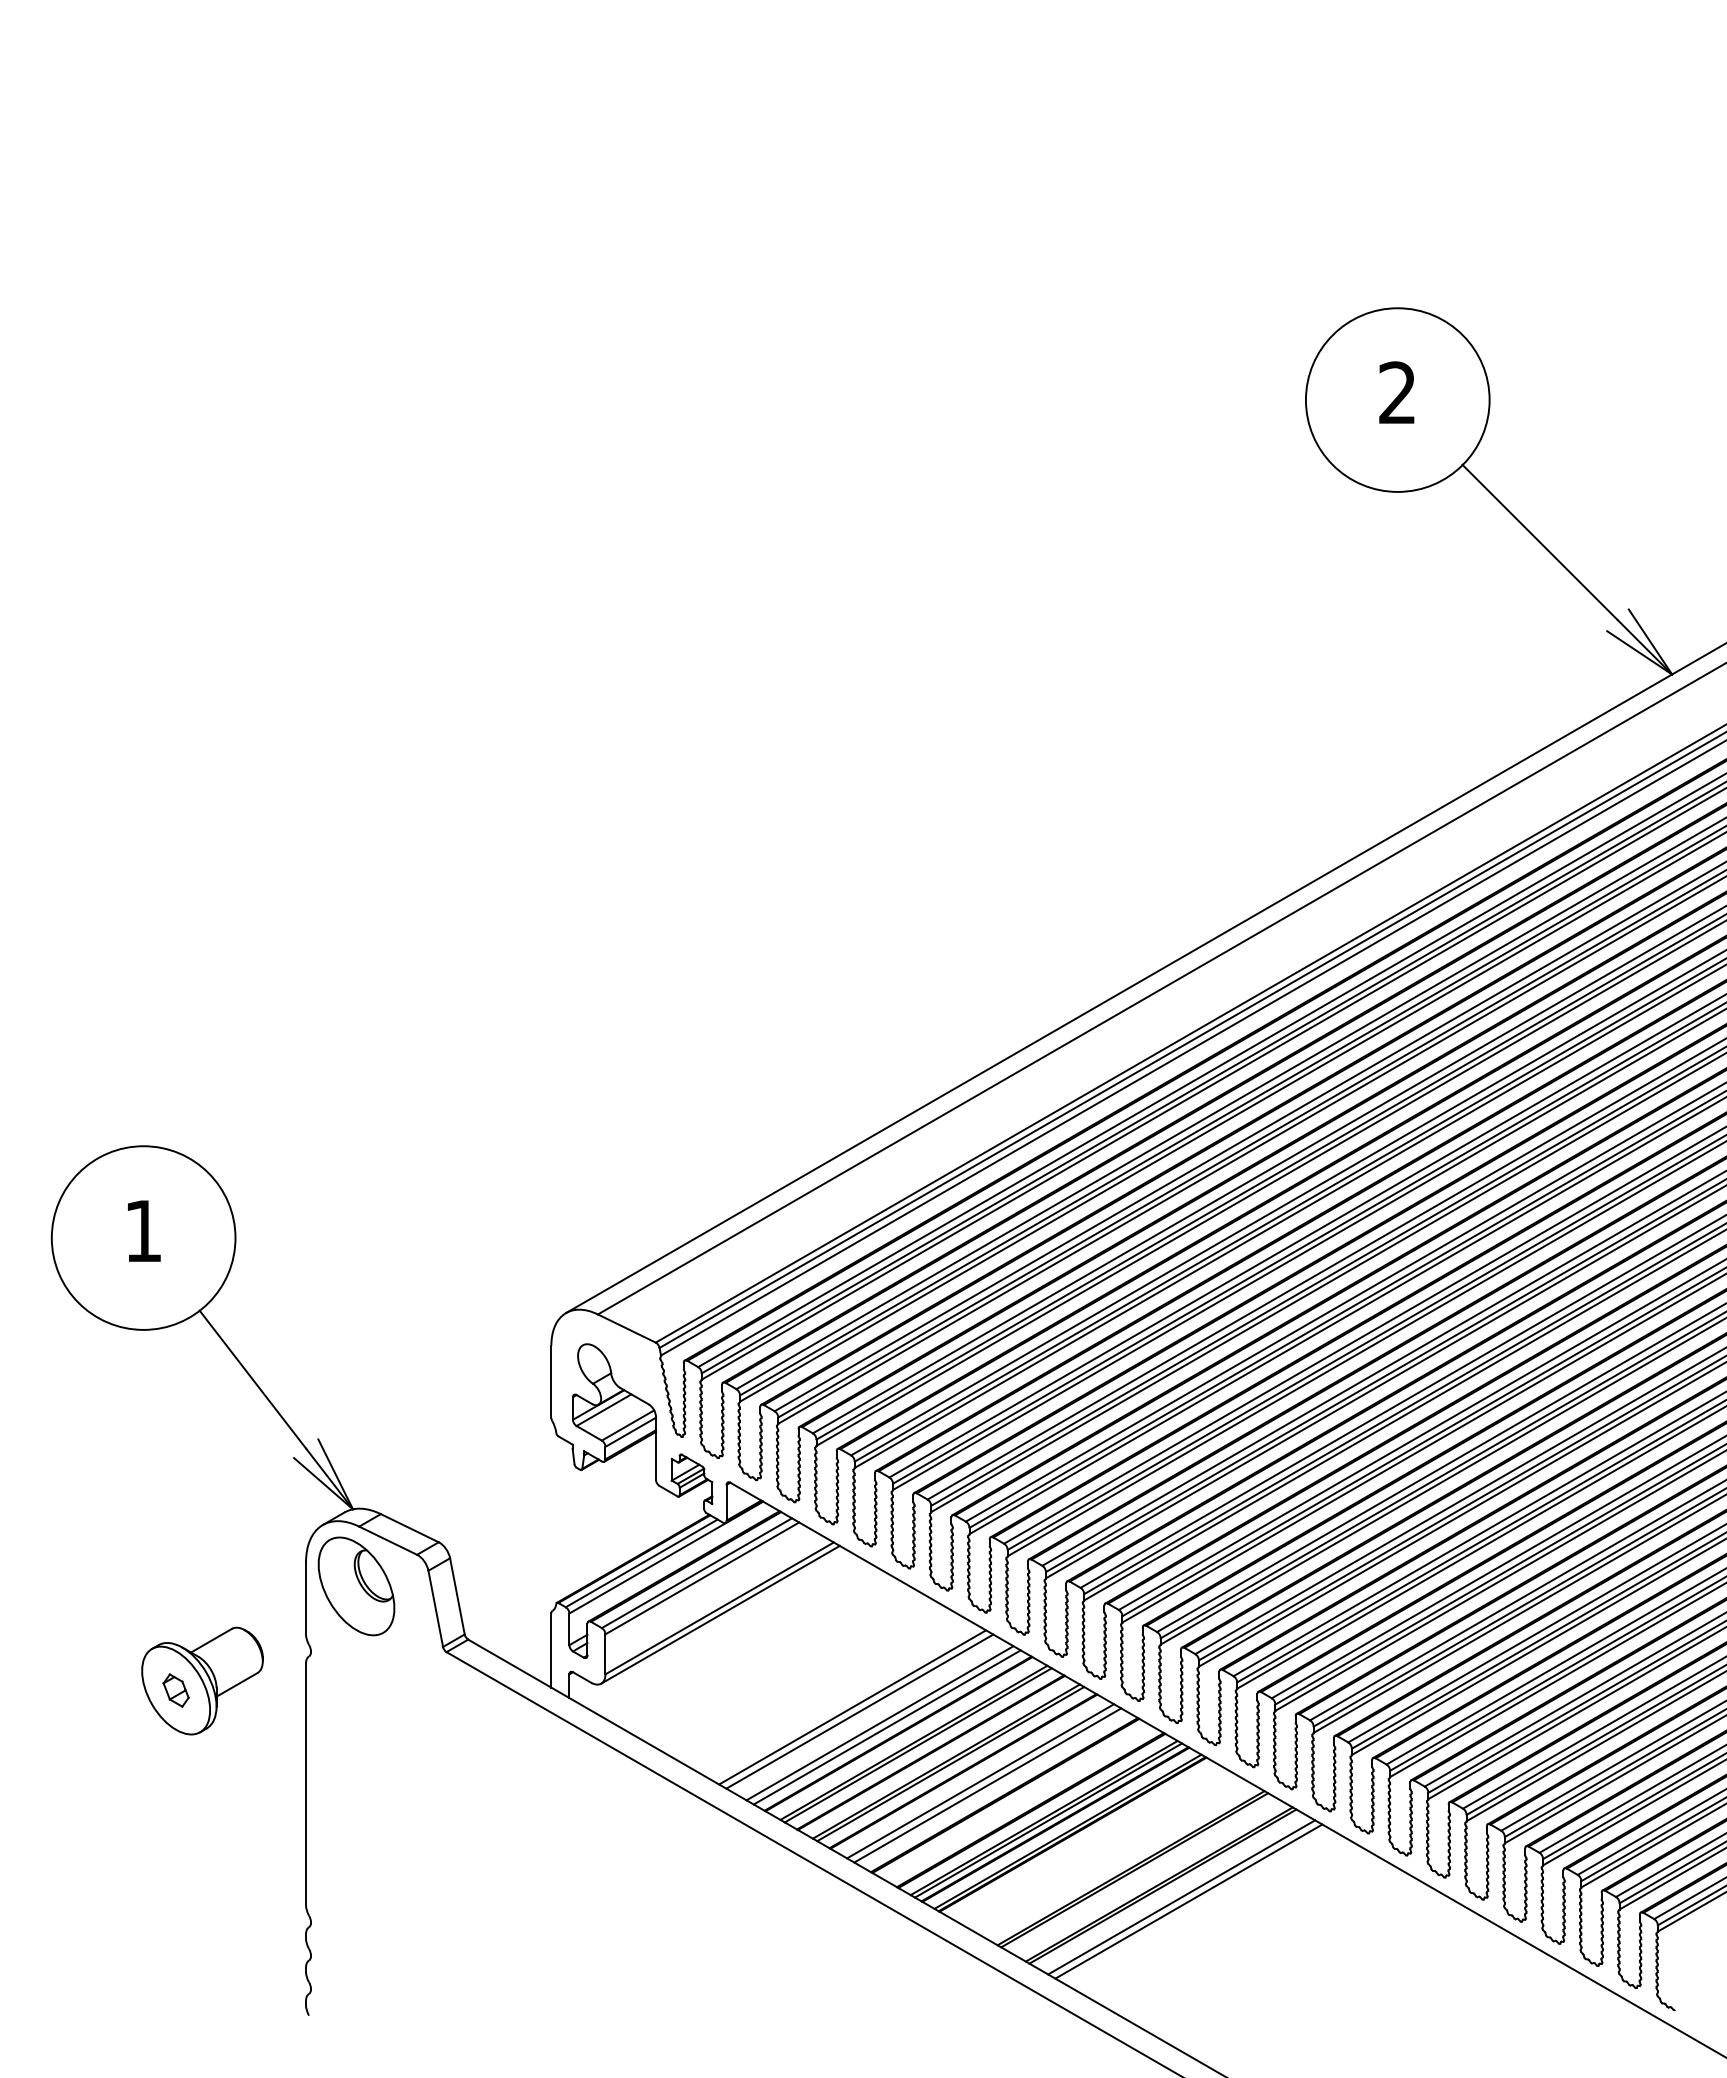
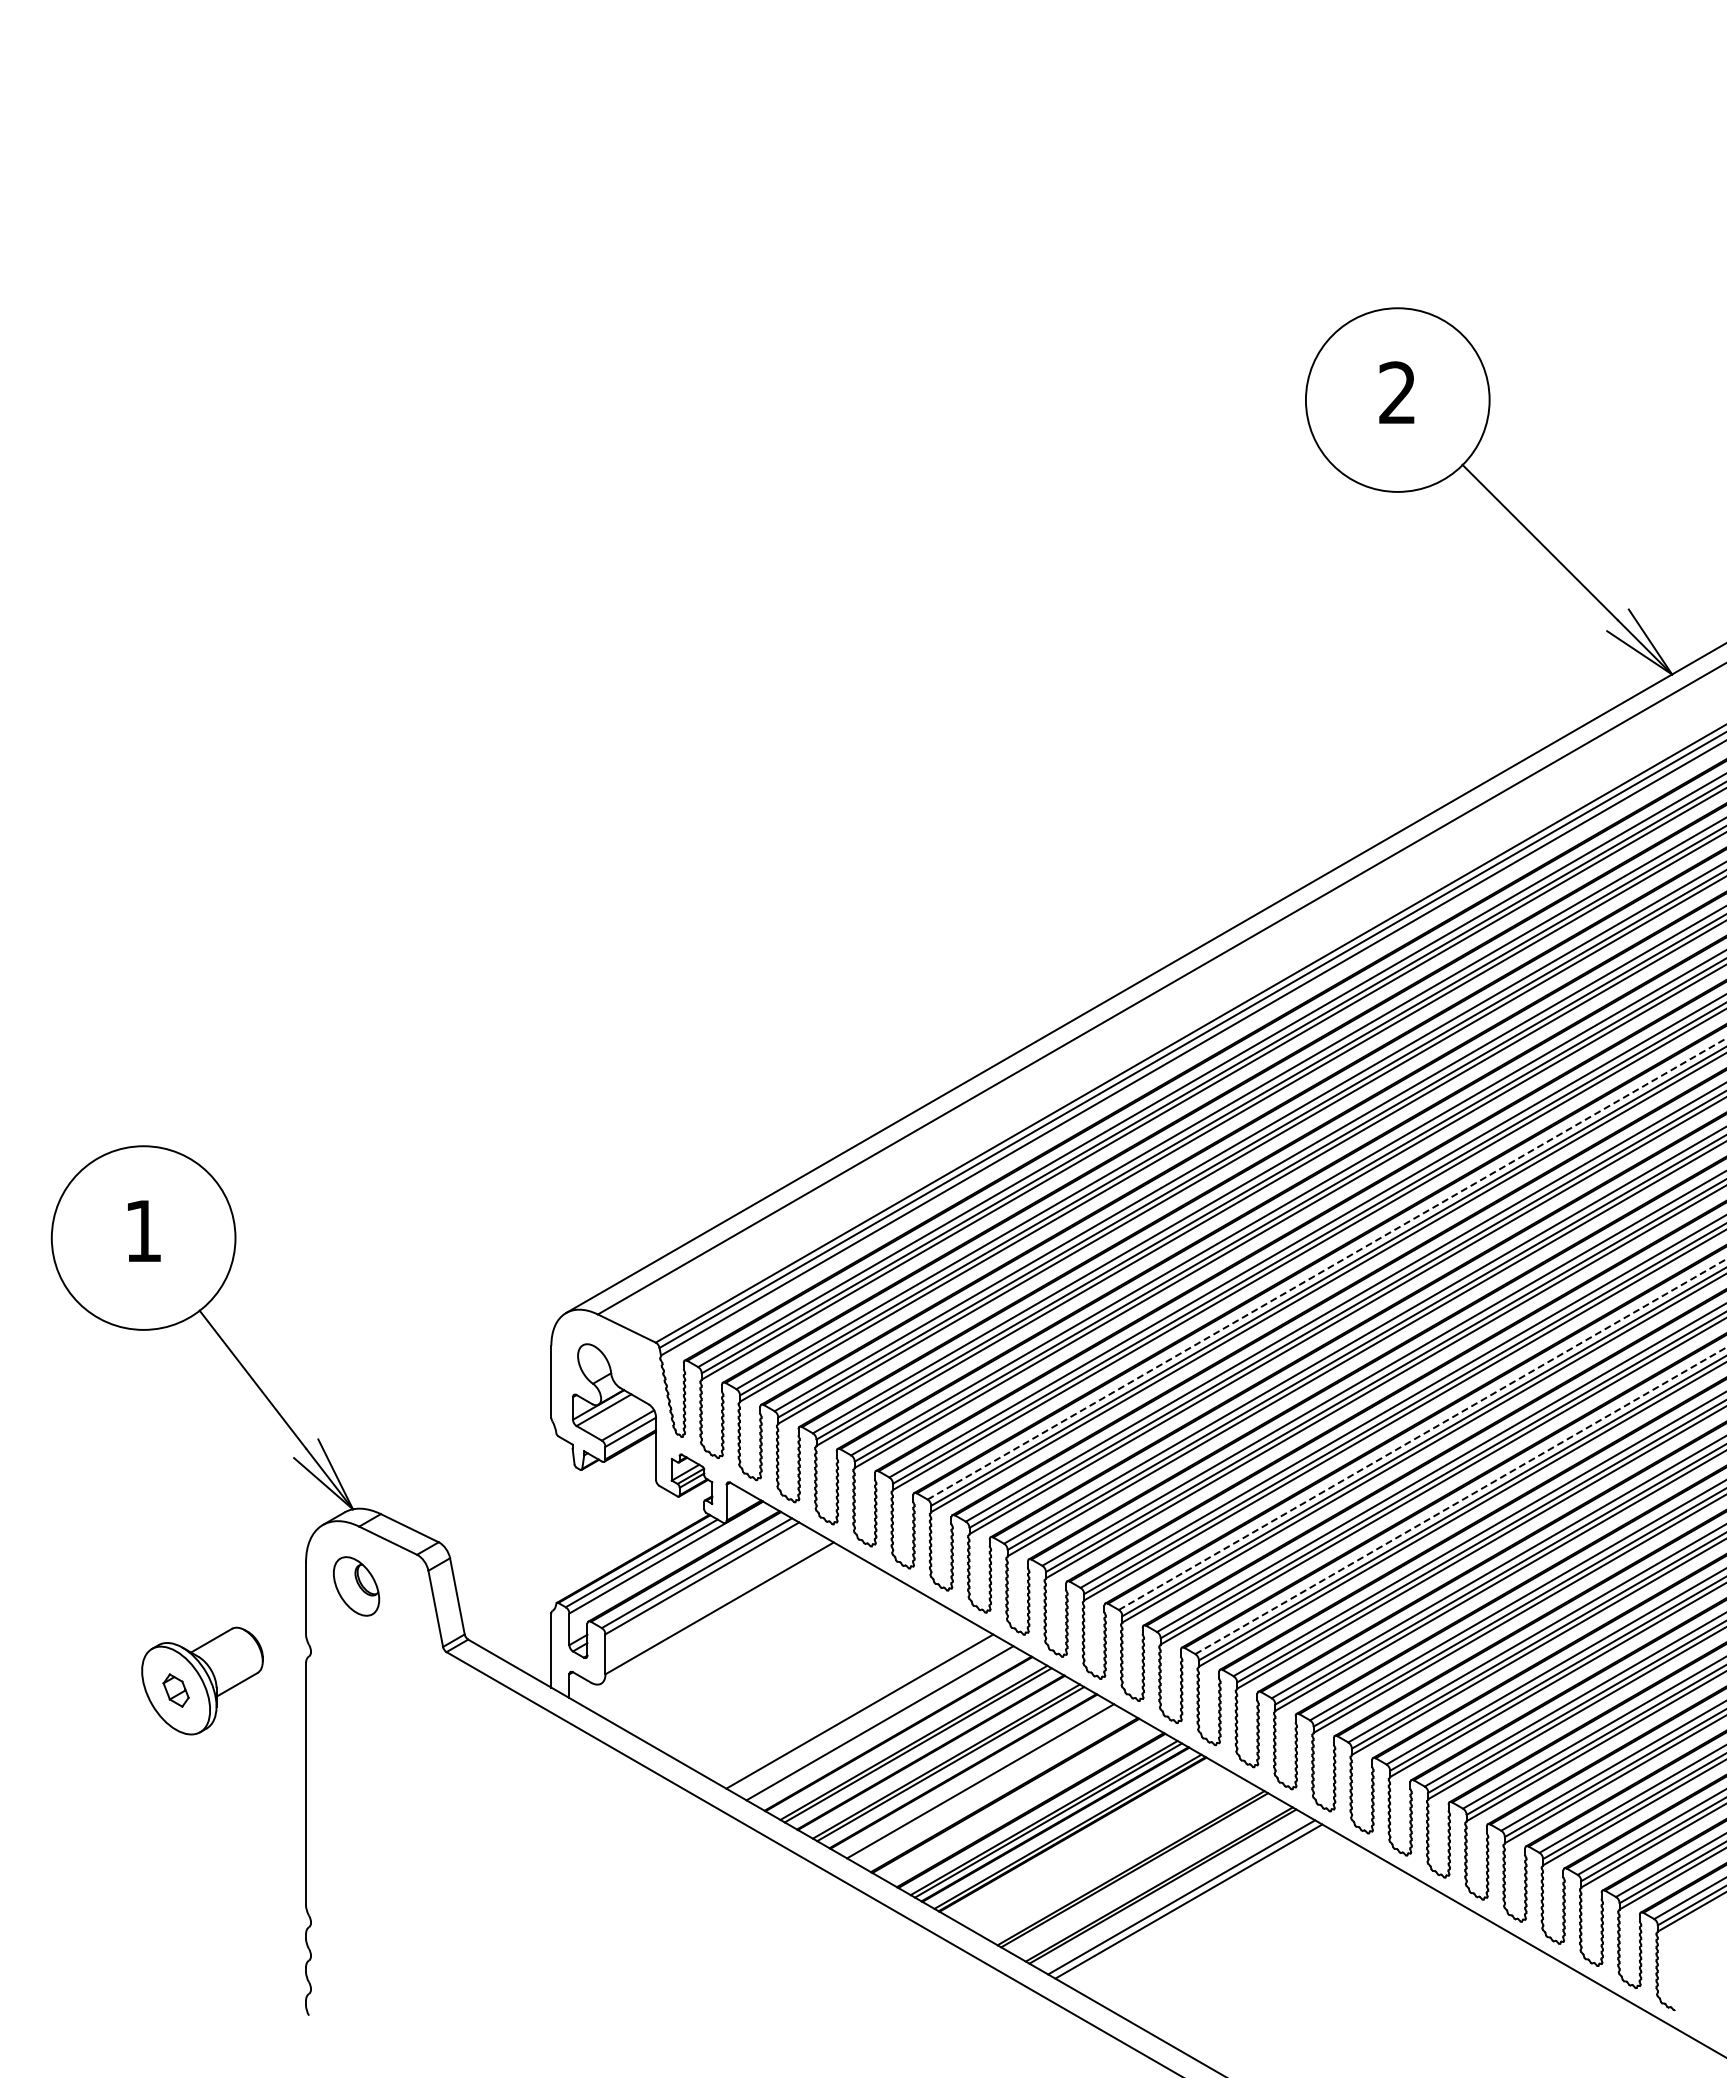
line at (1327, 1268): solid -> dashed
line at (1422, 1434): solid -> dashed
line at (1461, 1500): solid -> dashed
part at (356, 1586) size: 79x101 px -> 48x61 px
line at (720, 1614): present -> none
line at (852, 1707): present -> none
line at (886, 1727): present -> none
line at (987, 1785): present -> none
